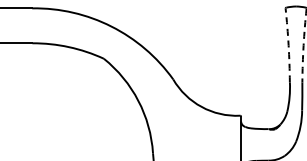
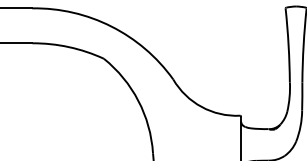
arc at (288, 45): dashed -> solid
arc at (303, 45): dashed -> solid
